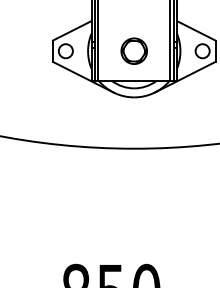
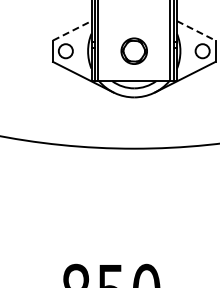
line at (72, 30): solid -> dashed
line at (196, 30): solid -> dashed
